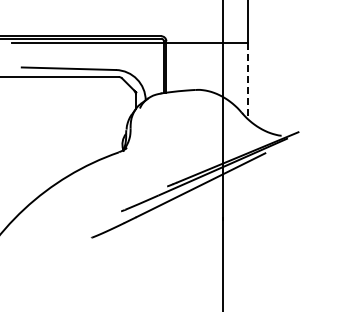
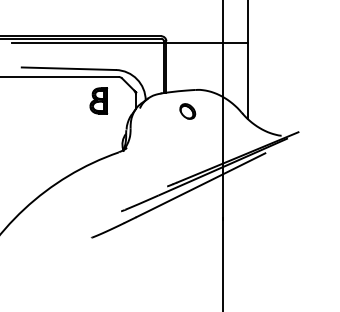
line at (247, 81): dashed -> solid
part at (98, 100): none -> present
part at (187, 111): none -> present
